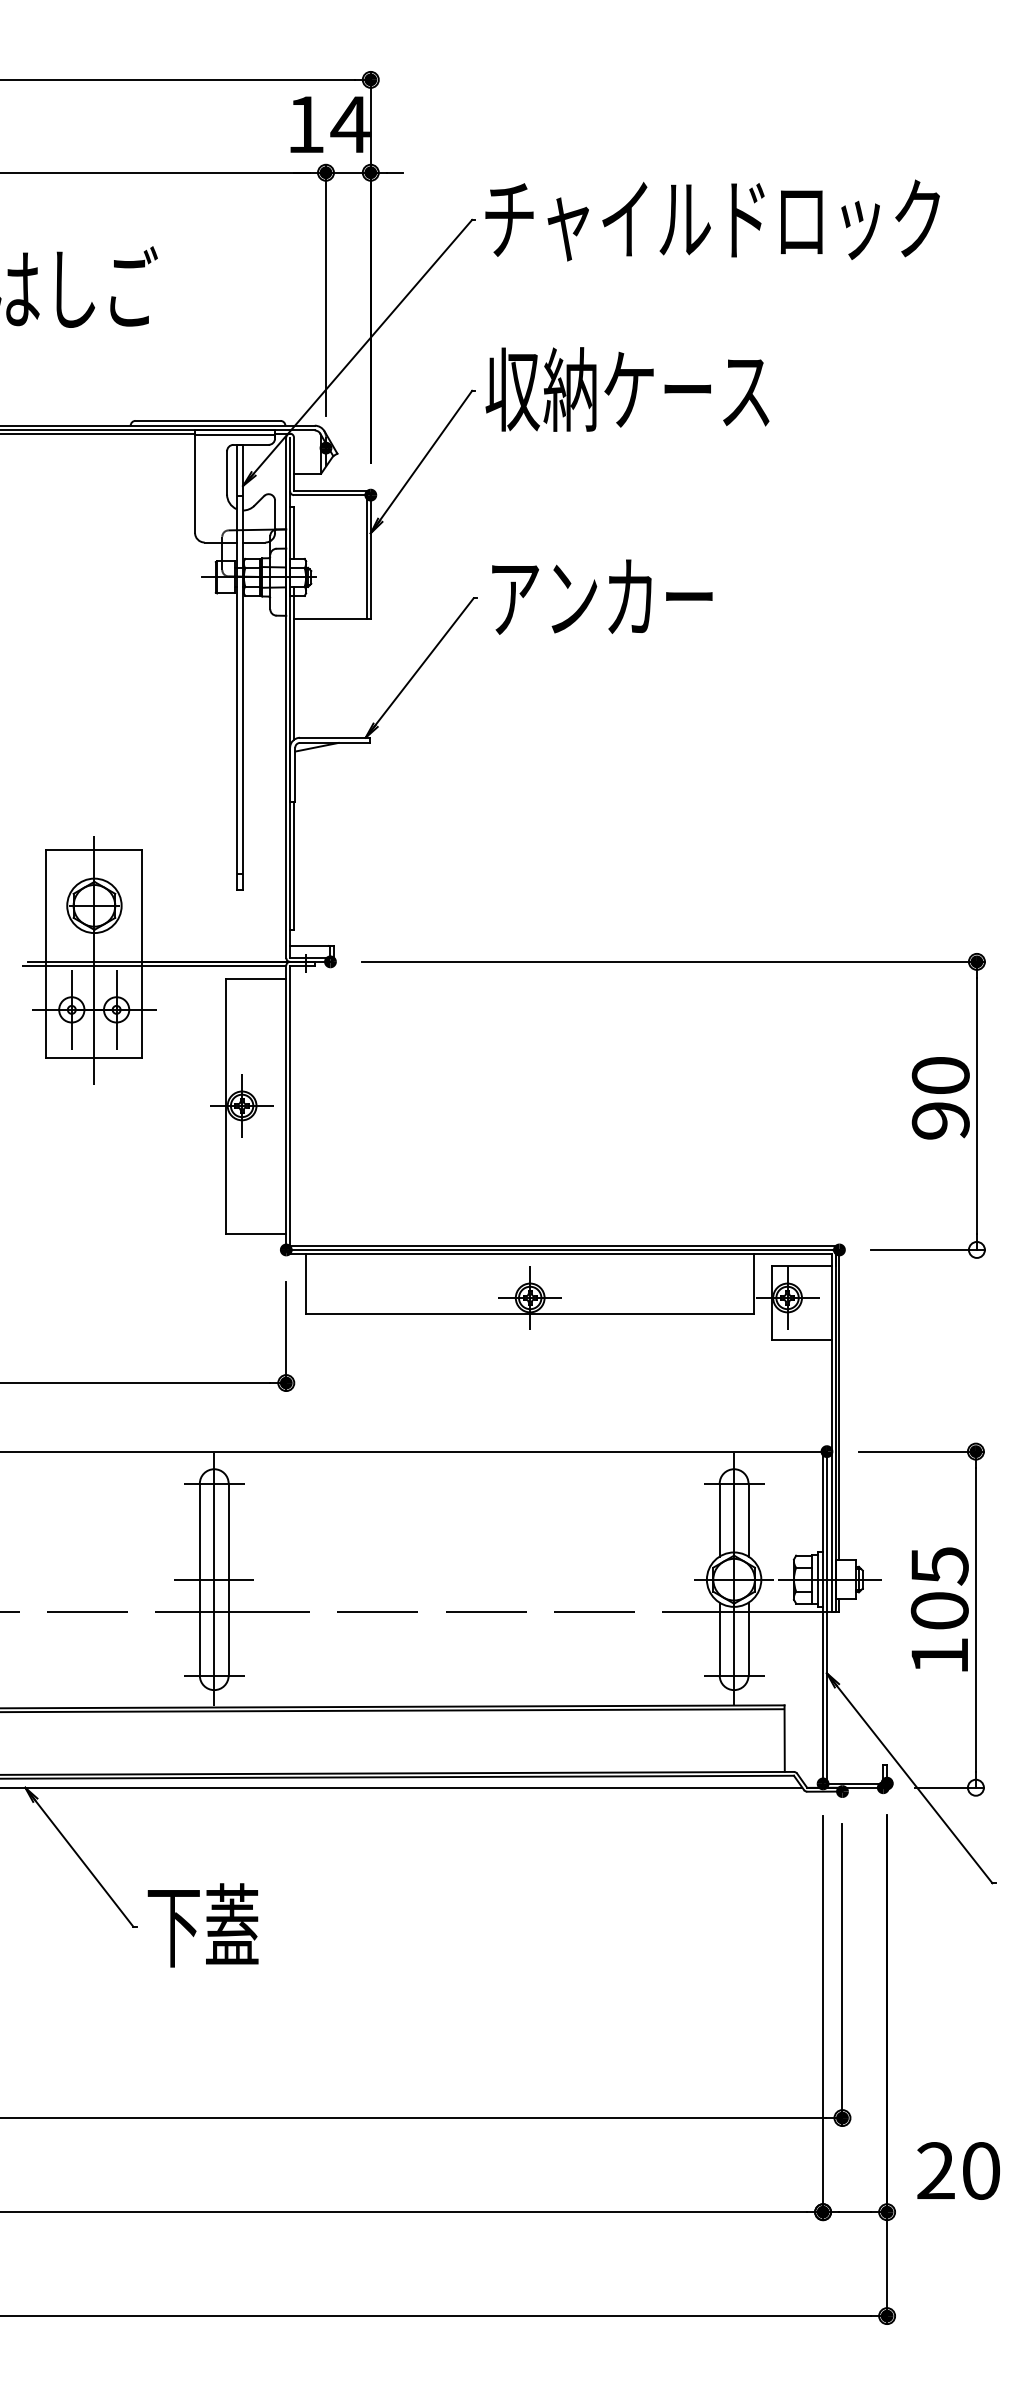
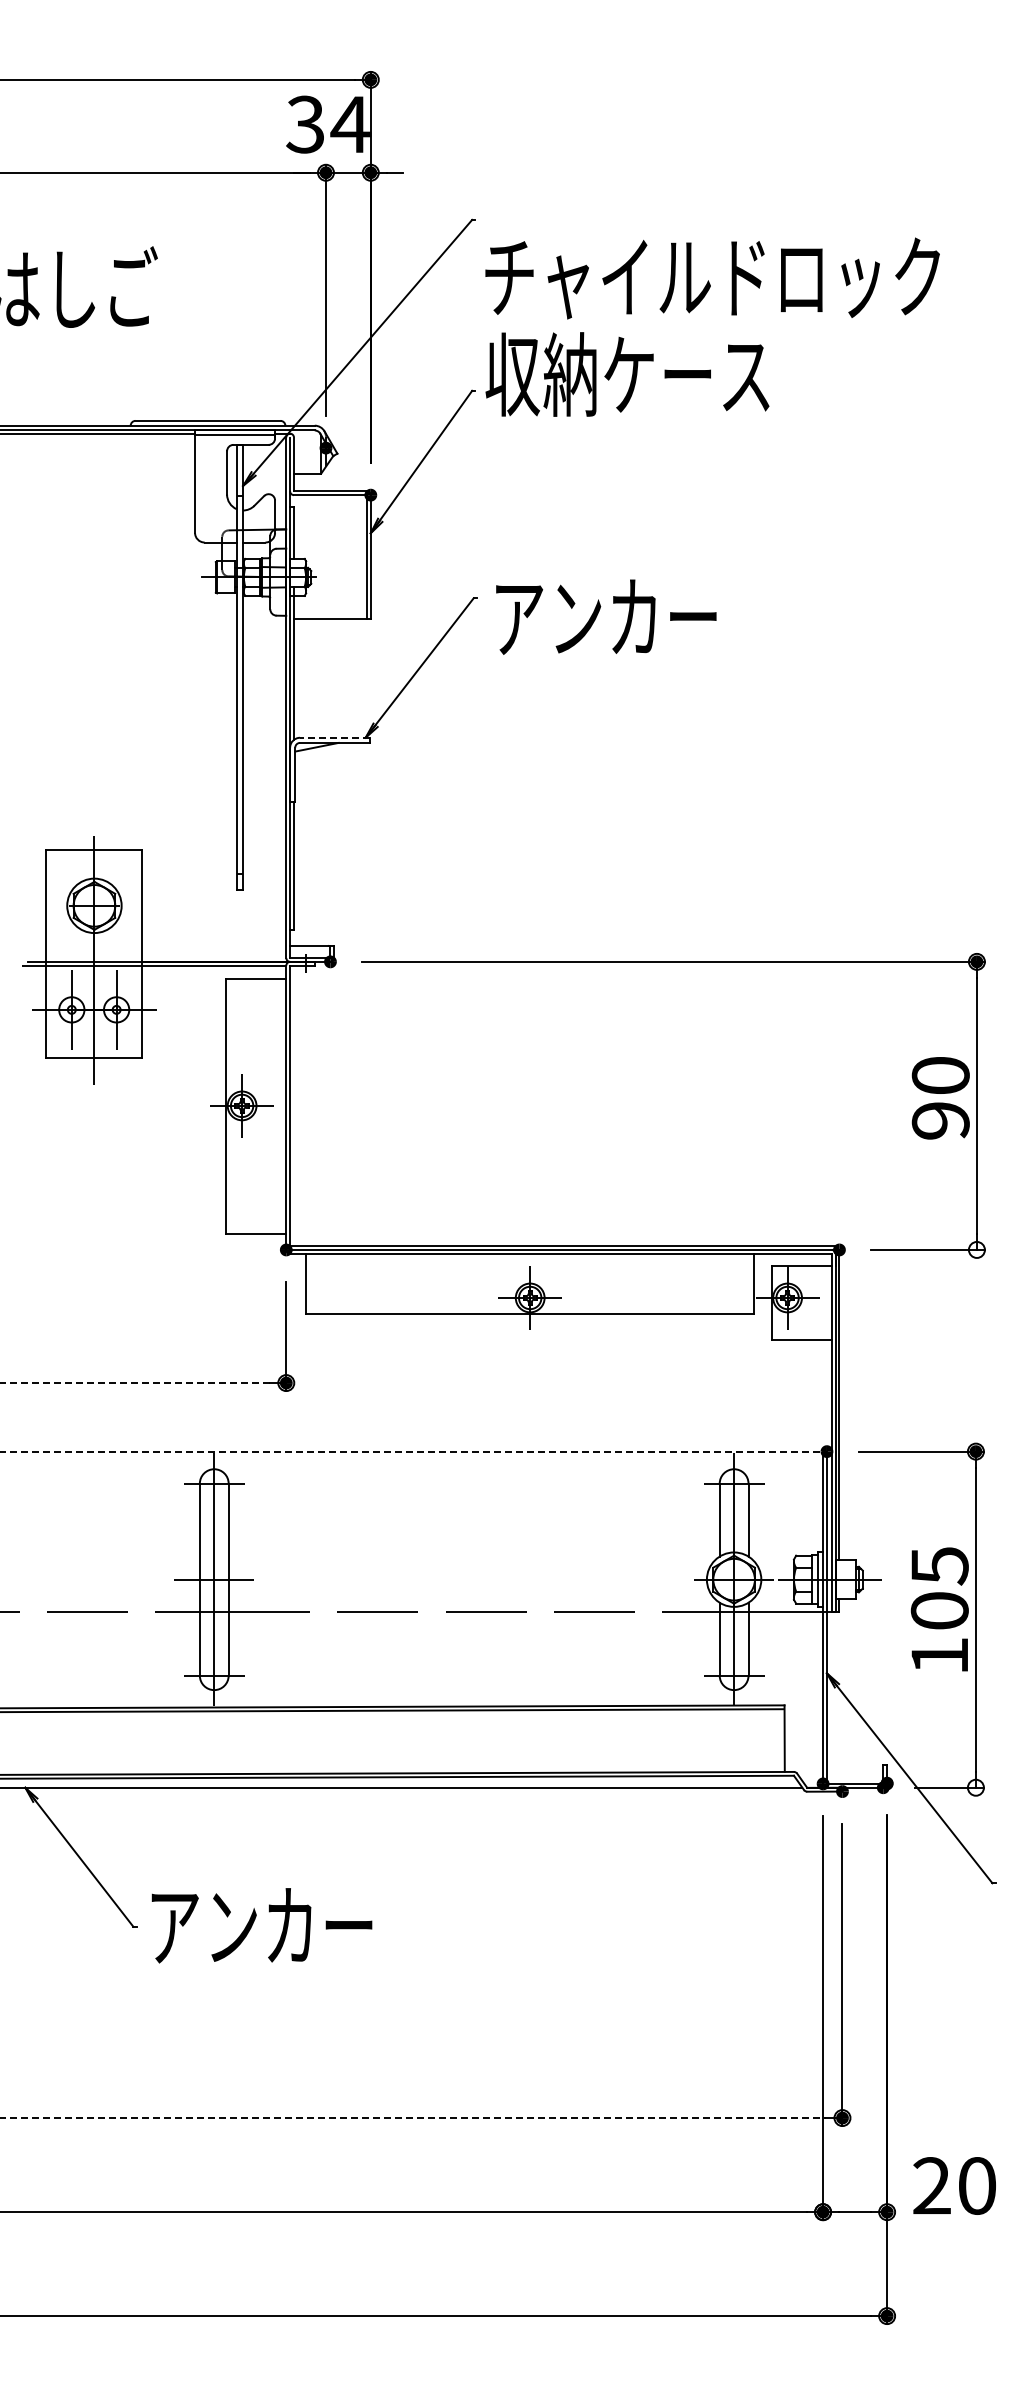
text at (304, 124): 14 -> 34
text at (712, 220) position: (712, 220) -> (712, 278)
text at (627, 389) position: (627, 389) -> (627, 374)
text at (602, 596) position: (602, 596) -> (606, 616)
line at (334, 737): solid -> dashed
line at (135, 1383): solid -> dashed
line at (414, 1451): solid -> dashed
text at (259, 1925): 下蓋 -> アンカー
line at (413, 2118): solid -> dashed
text at (958, 2170) position: (958, 2170) -> (954, 2185)
